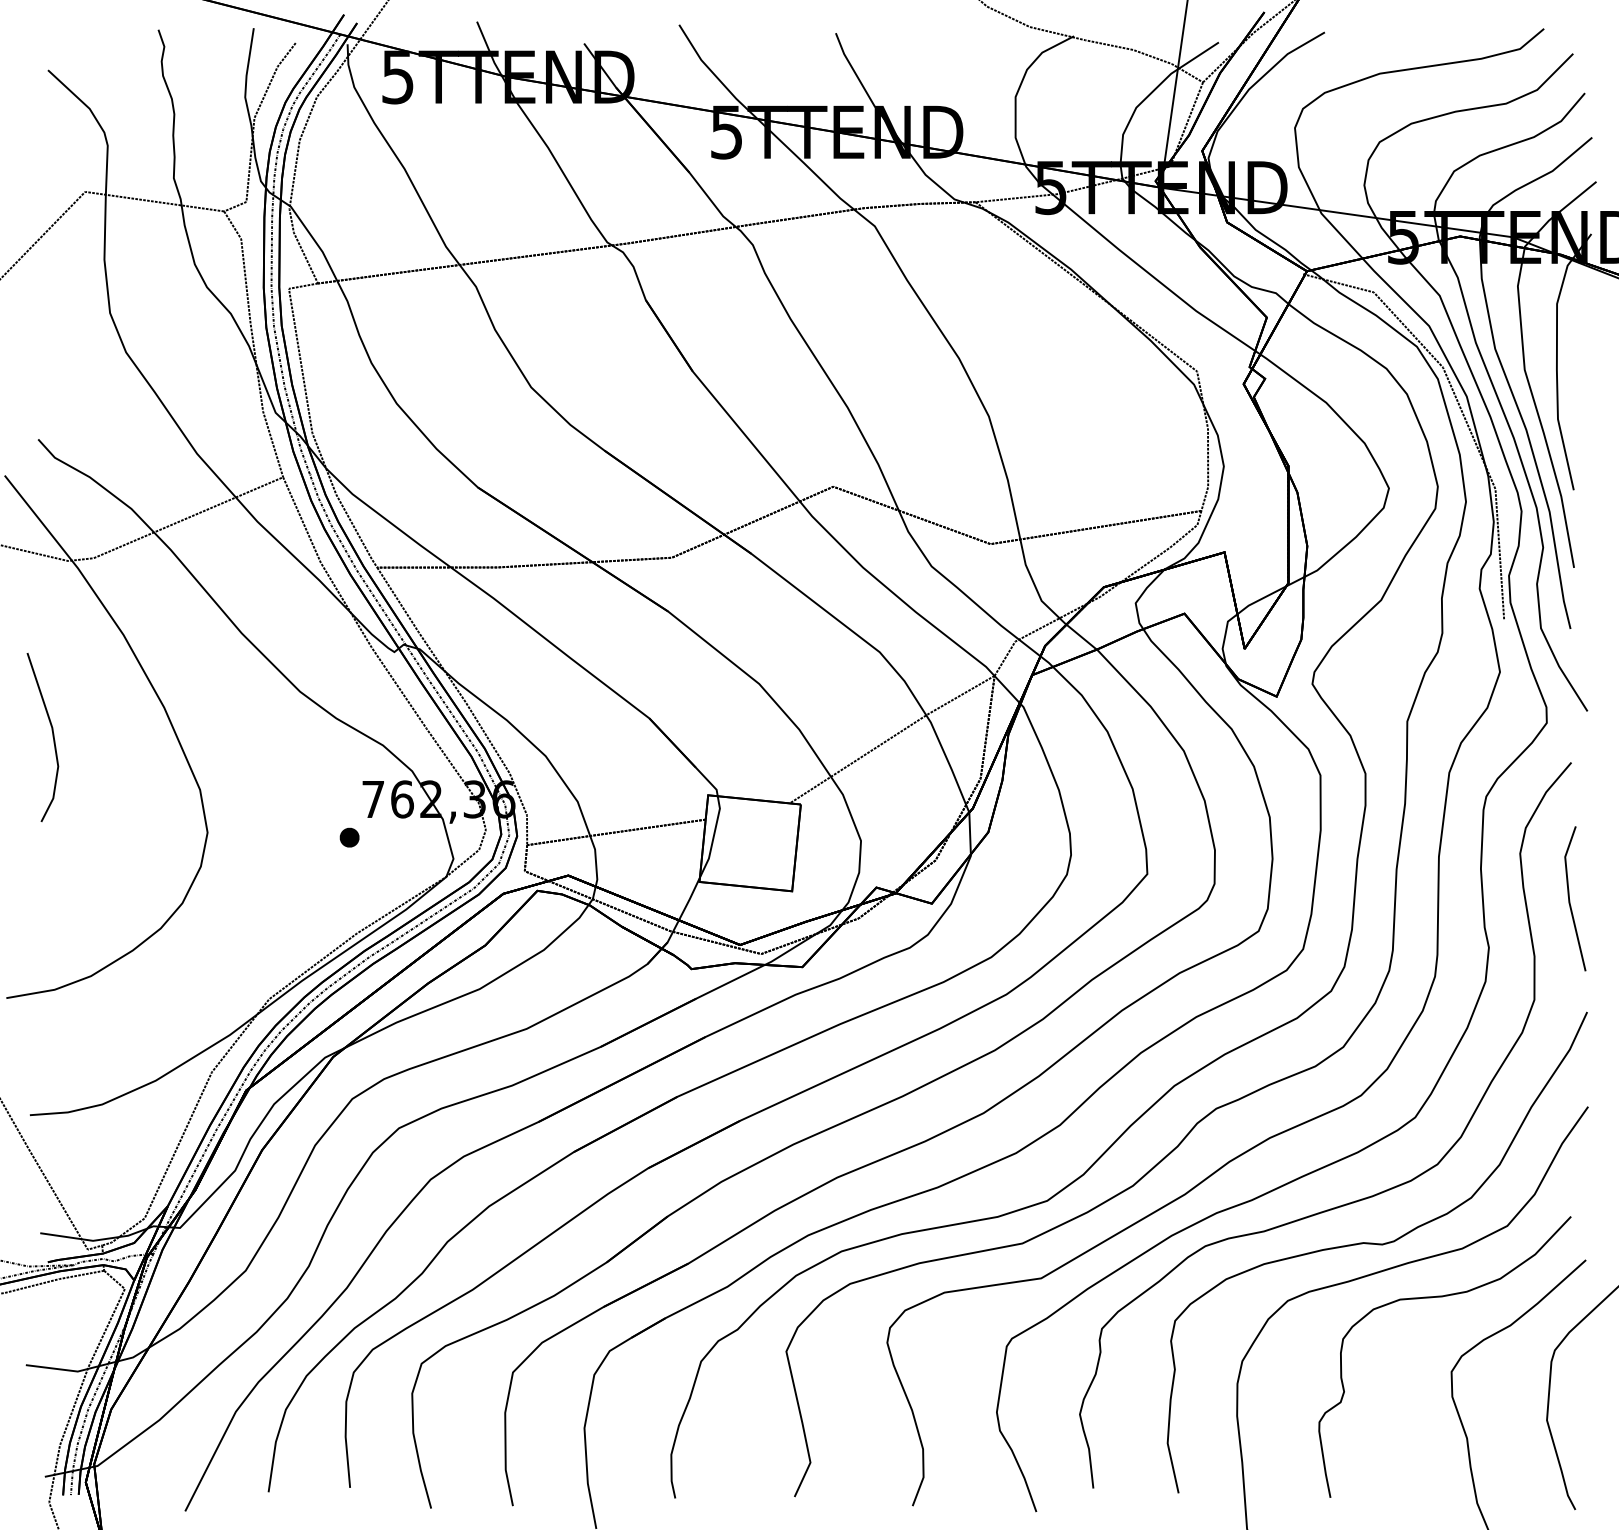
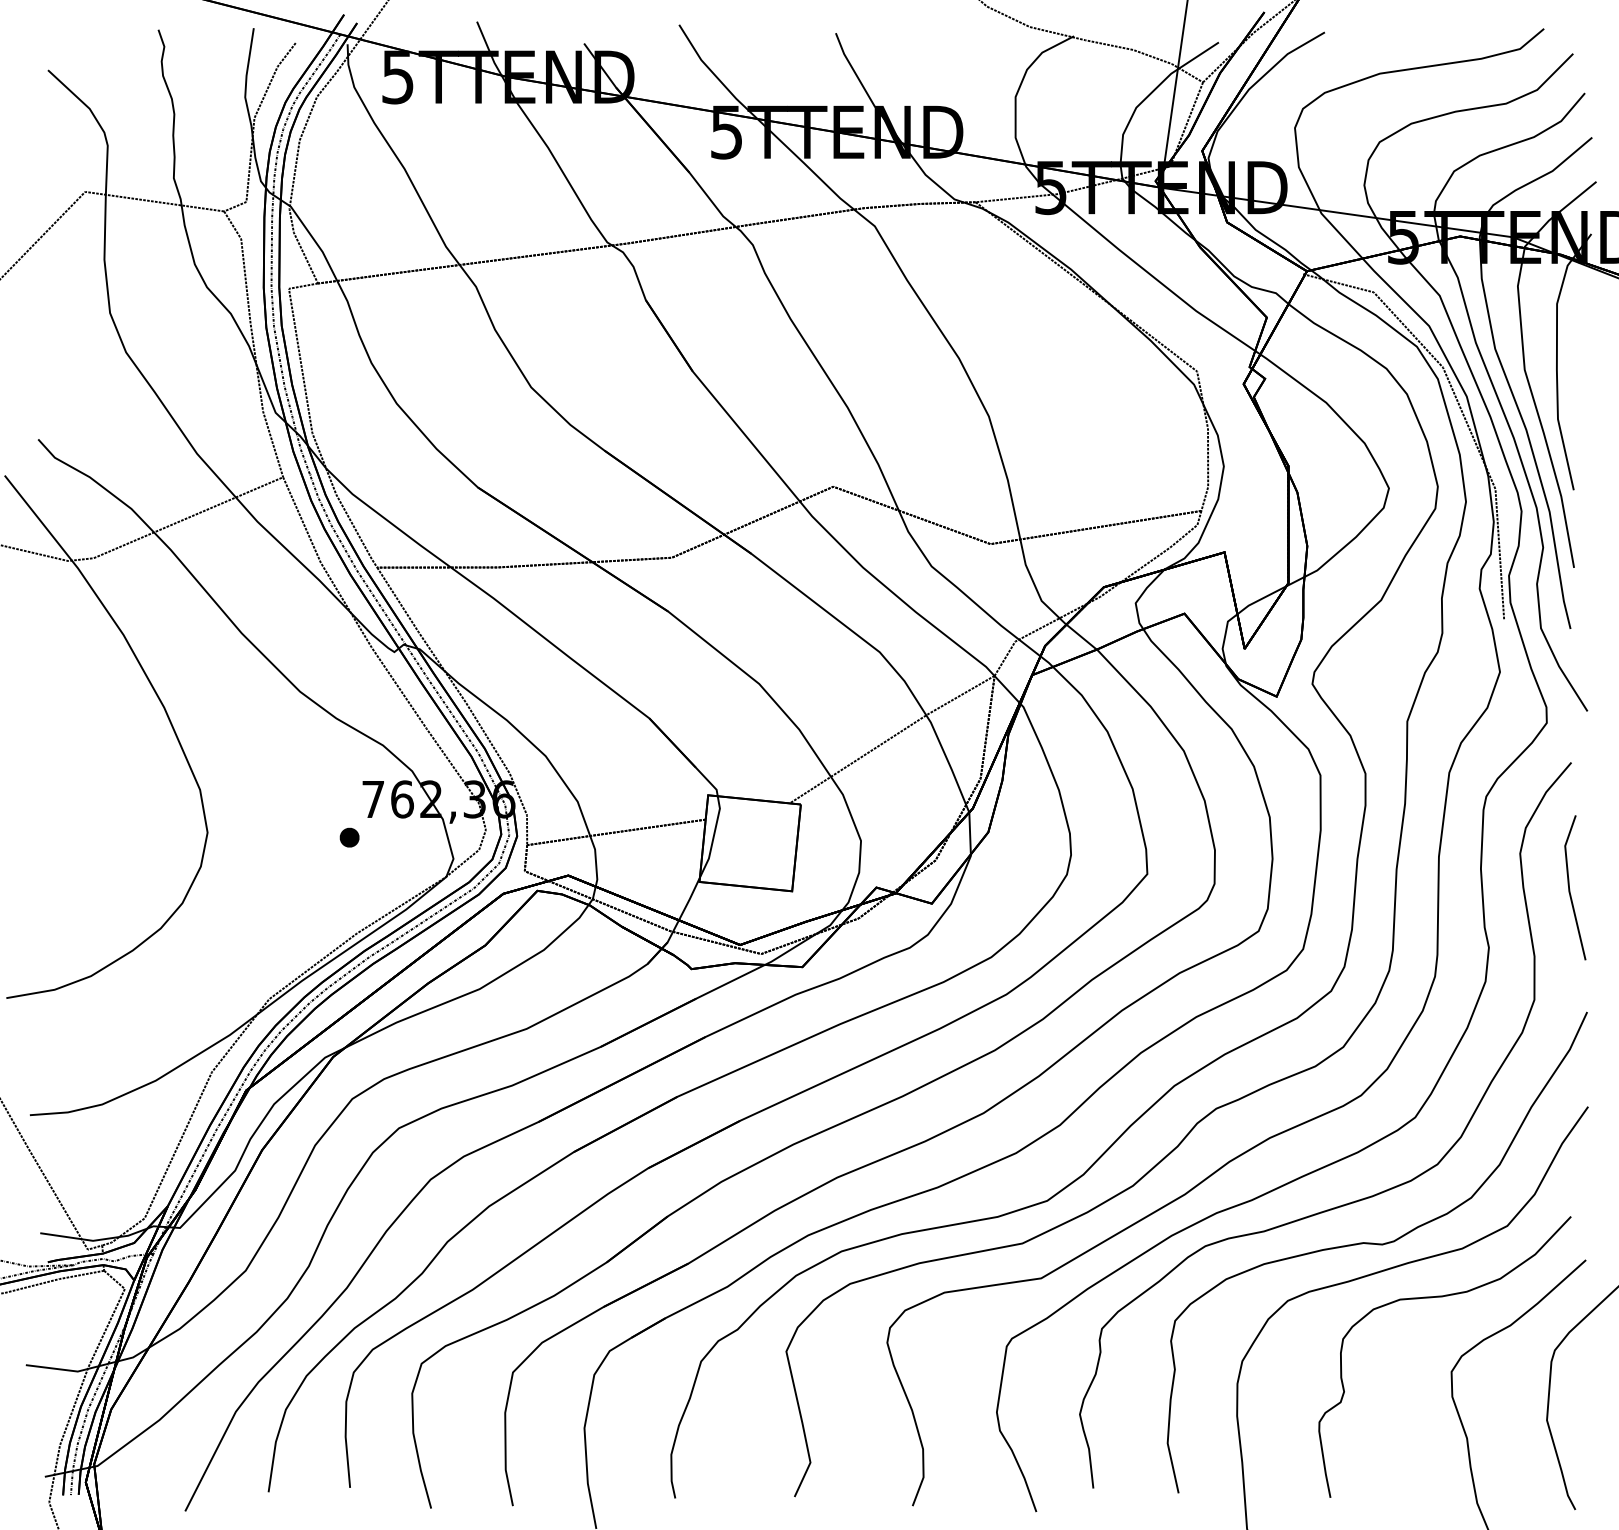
line at (52, 737): present -> none
line at (1570, 900) position: (1570, 900) -> (1570, 889)
